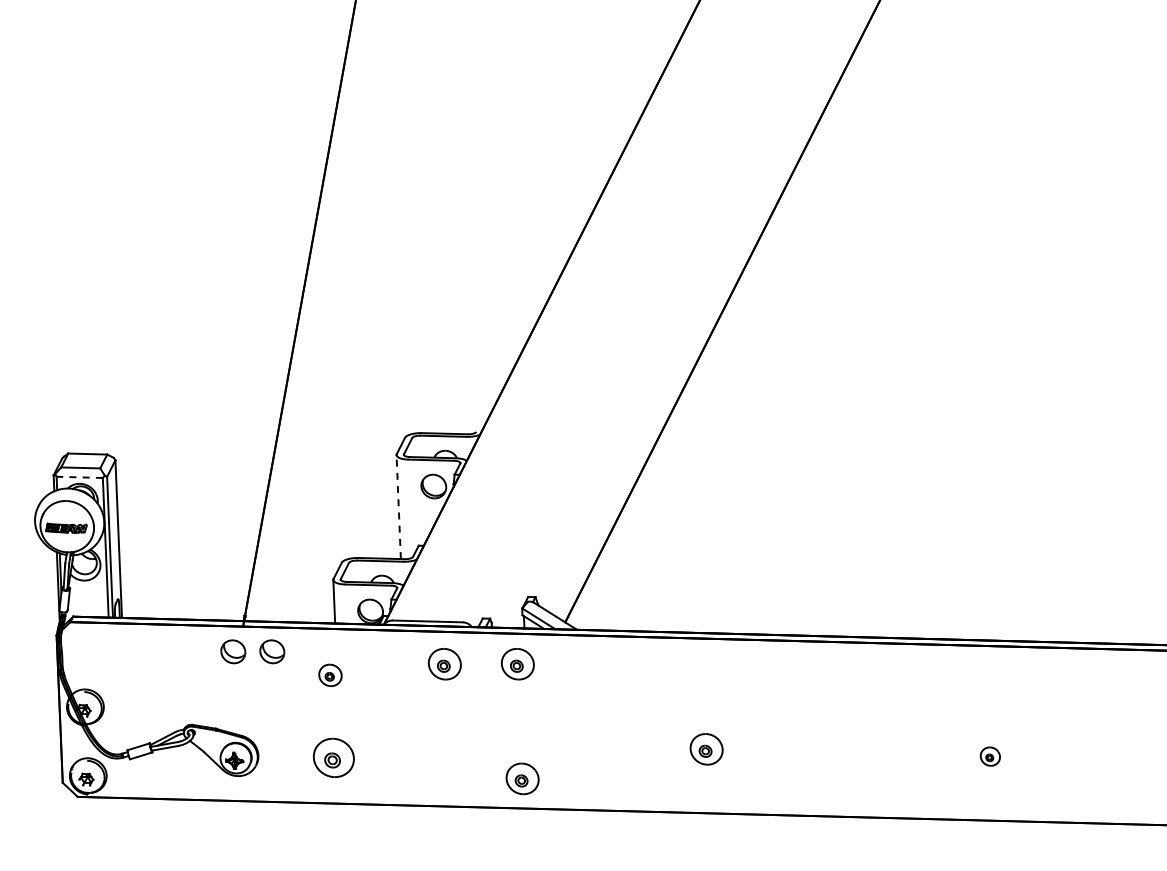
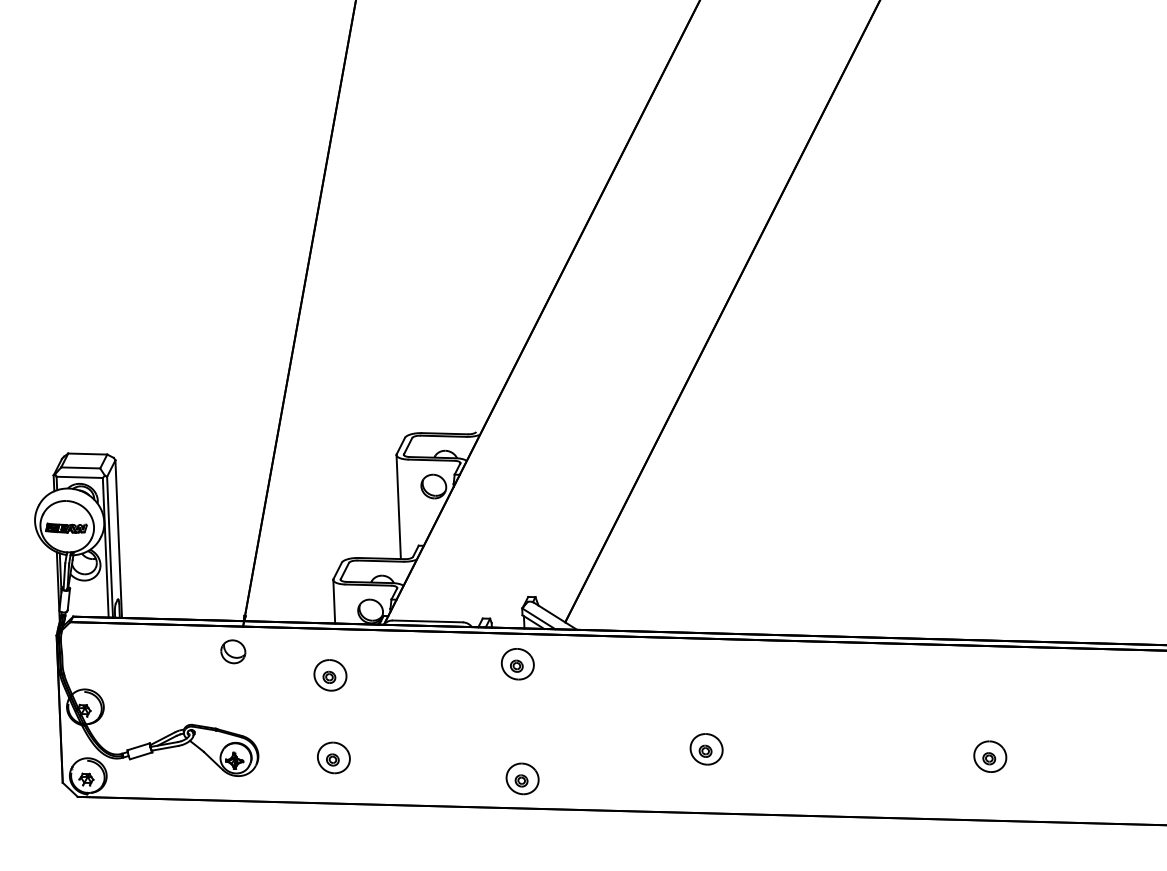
line at (79, 477): dashed -> solid
line at (398, 506): dashed -> solid
part at (272, 651): present -> none
part at (444, 664): present -> none
part at (330, 674) size: 25x24 px -> 35x33 px
part at (989, 756) size: 22x21 px -> 35x33 px
part at (333, 757) size: 43x41 px -> 34x34 px
